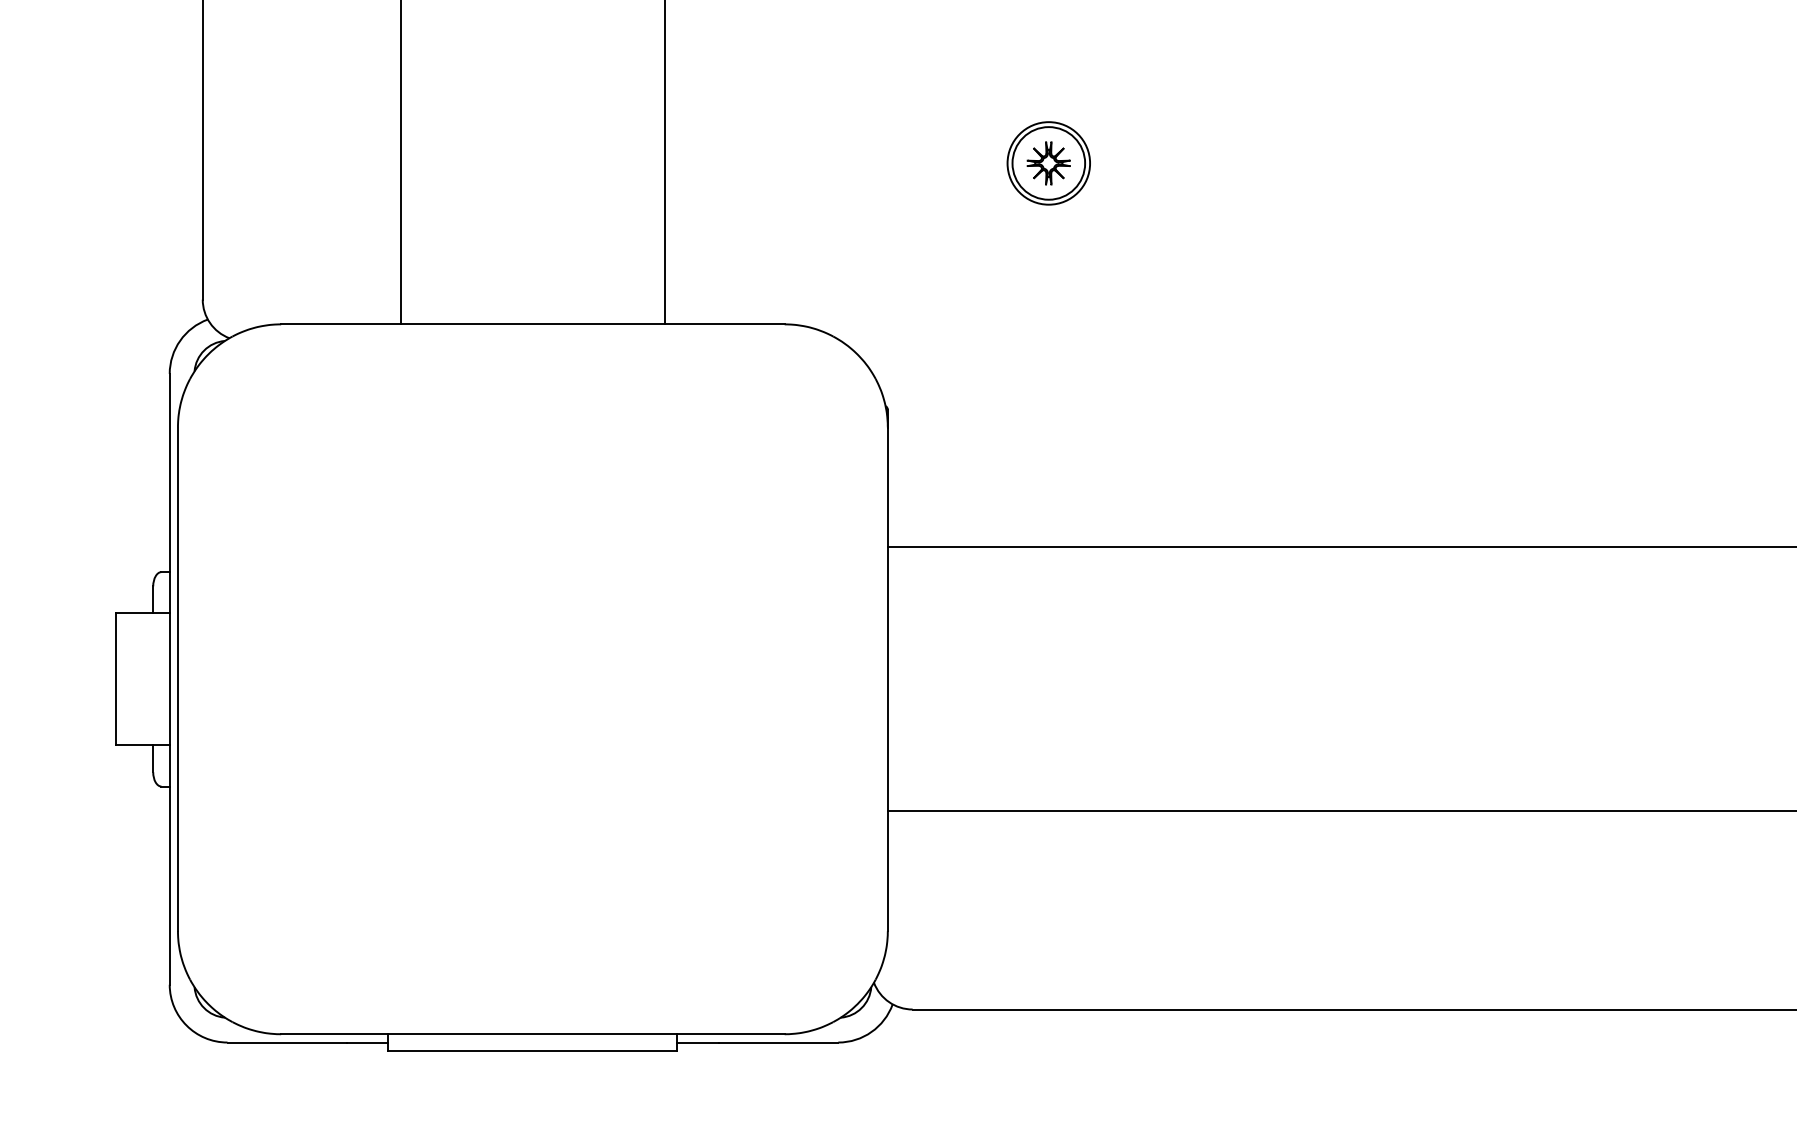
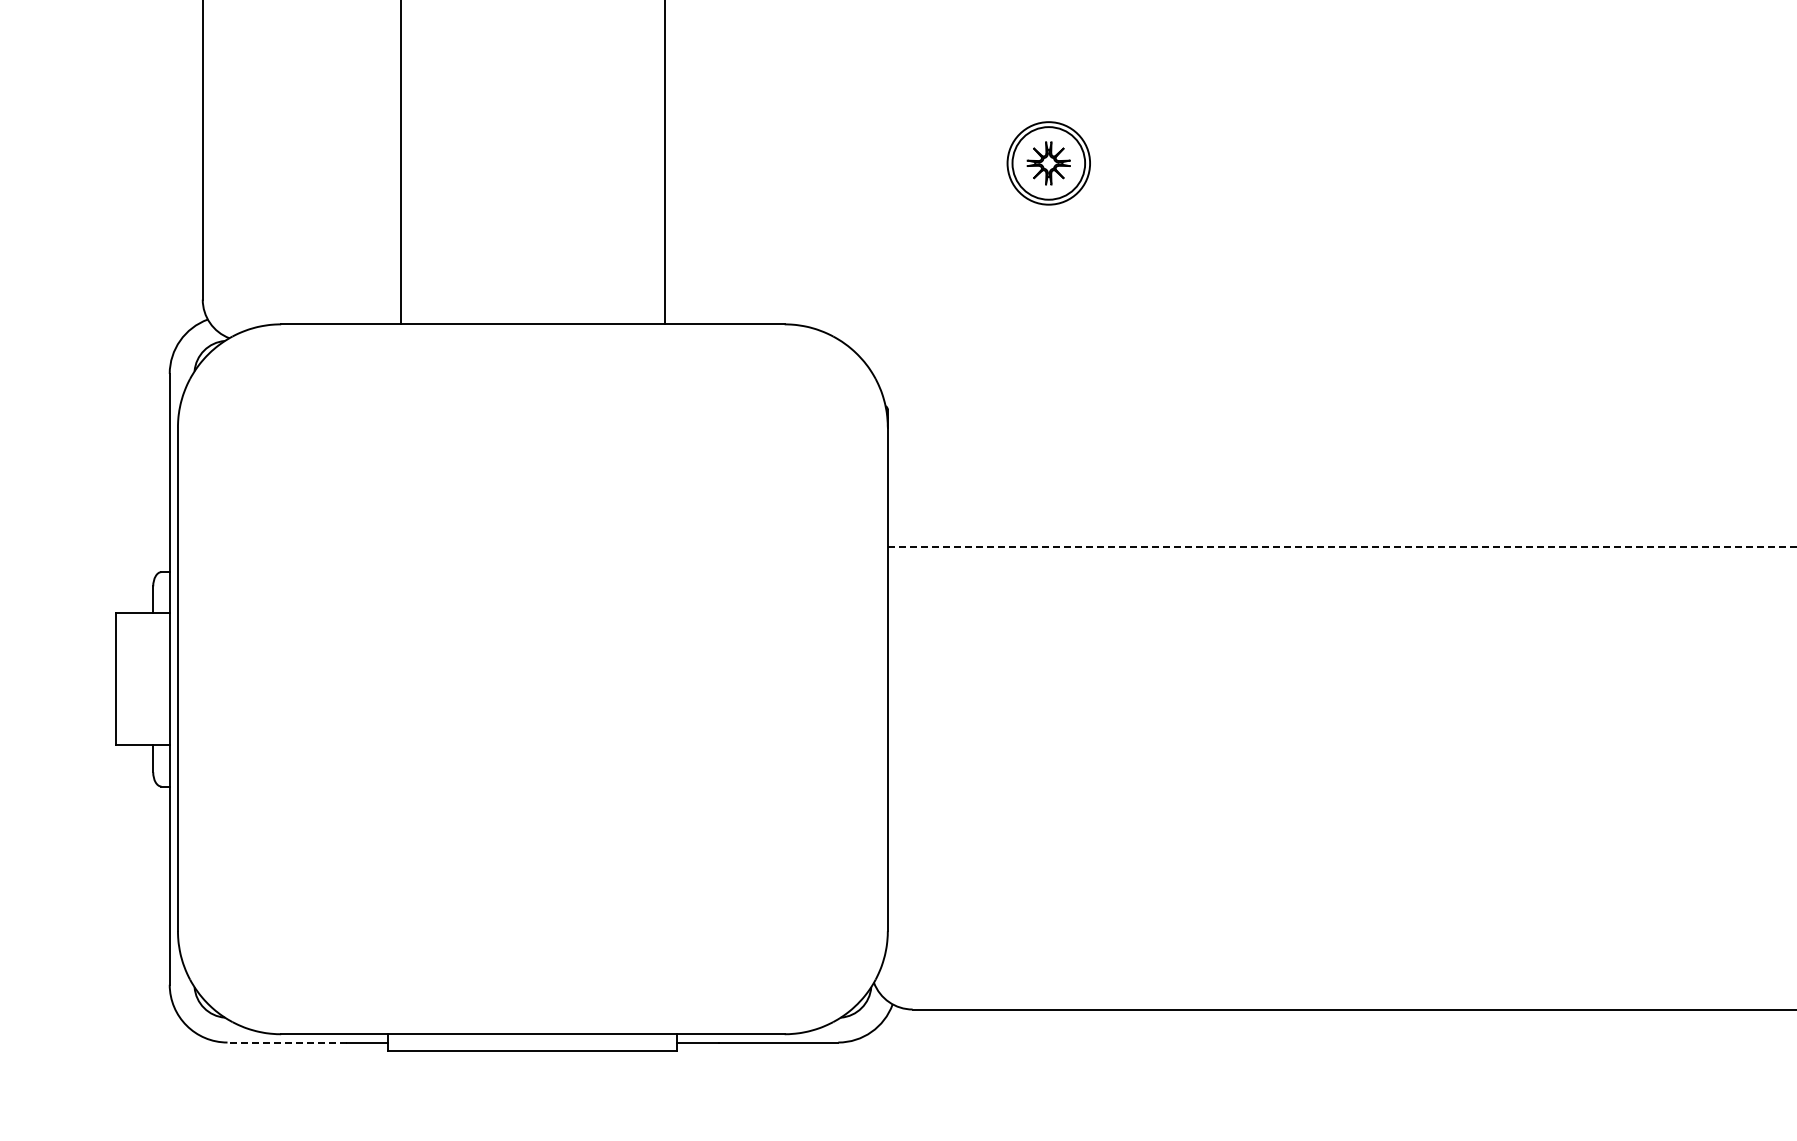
line at (1342, 547): solid -> dashed
line at (1340, 811): present -> none
line at (287, 1042): solid -> dashed
